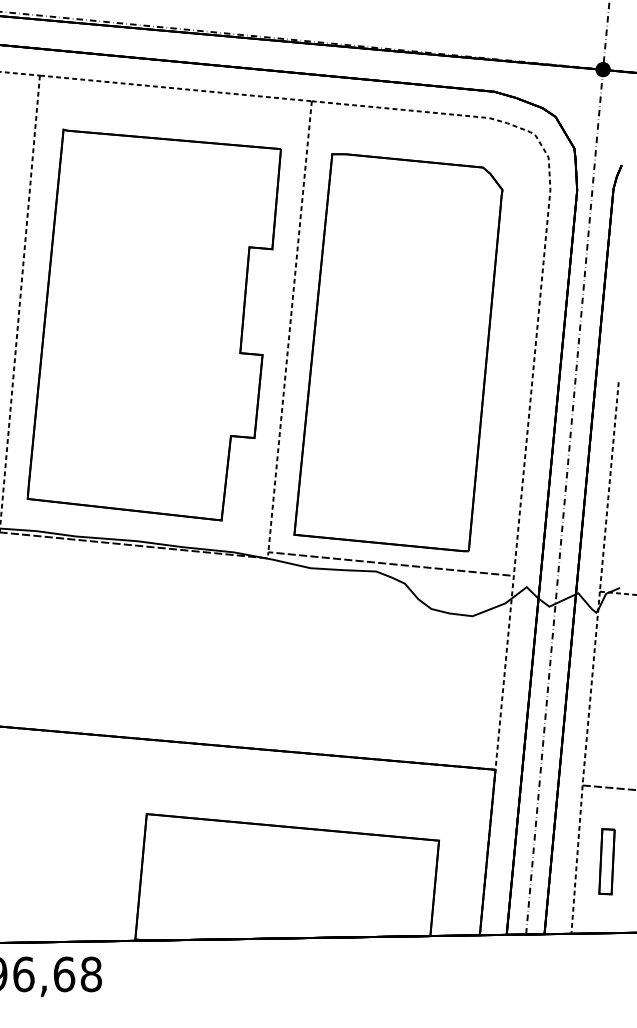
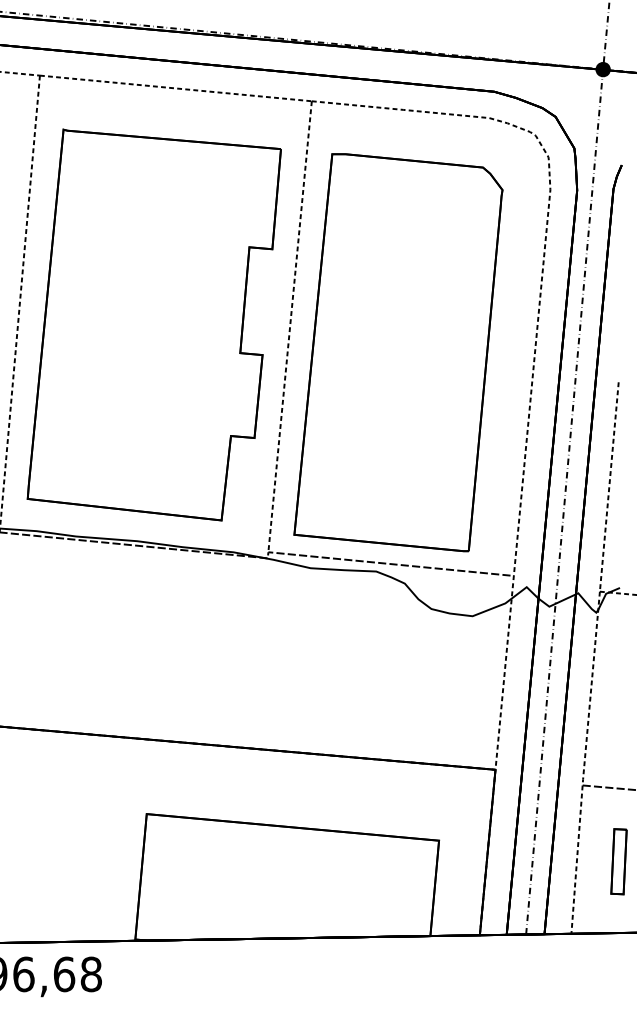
part at (606, 861) position: (606, 861) -> (618, 861)
